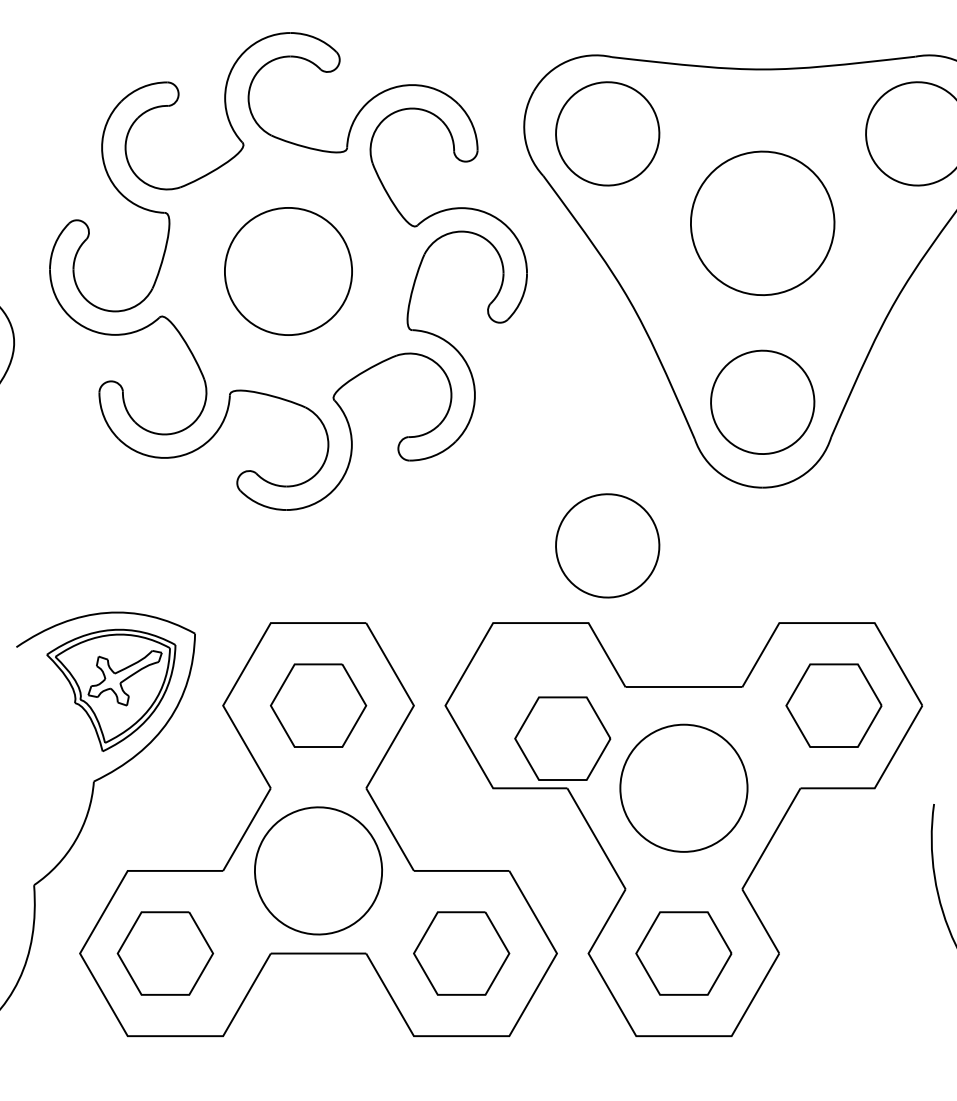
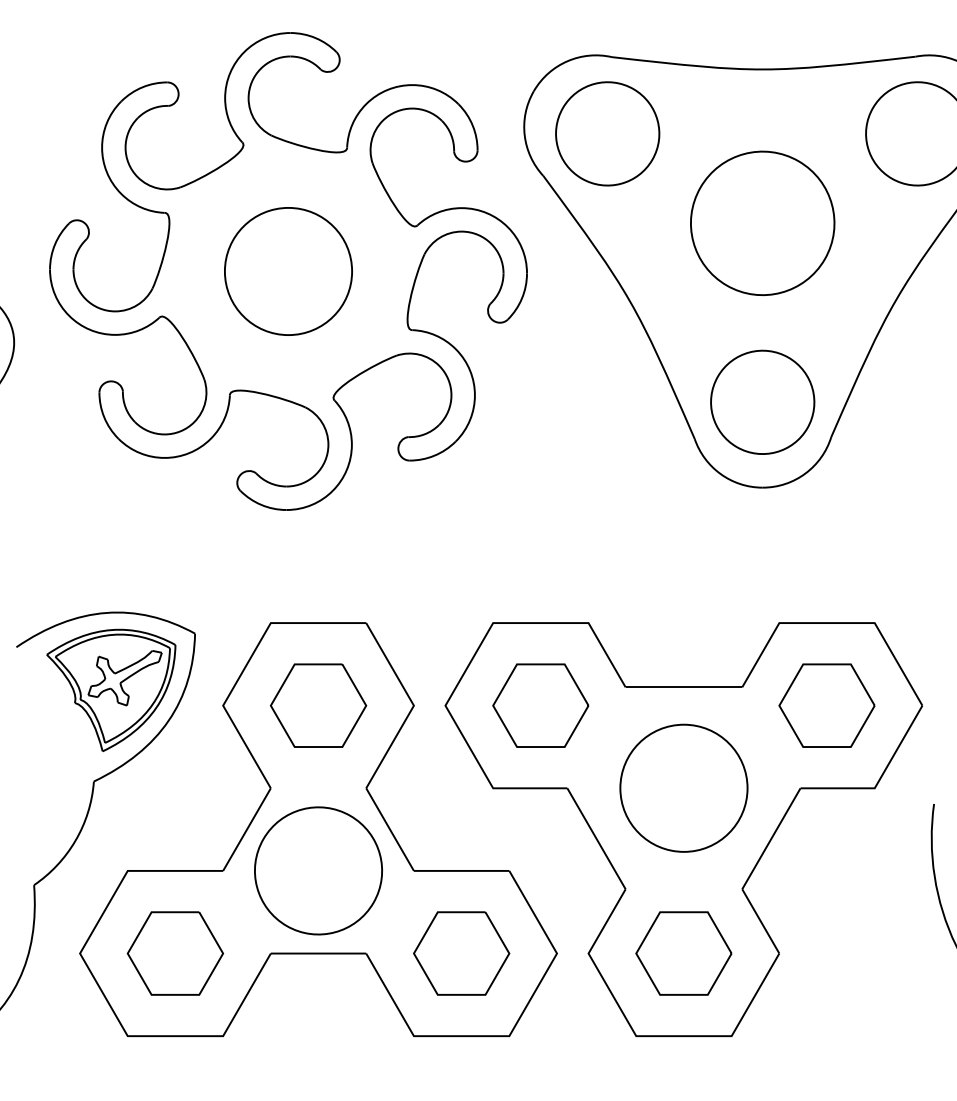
part at (607, 545): present -> none
part at (833, 705) position: (833, 705) -> (826, 705)
part at (562, 738) position: (562, 738) -> (540, 705)
part at (165, 953) position: (165, 953) -> (175, 953)
